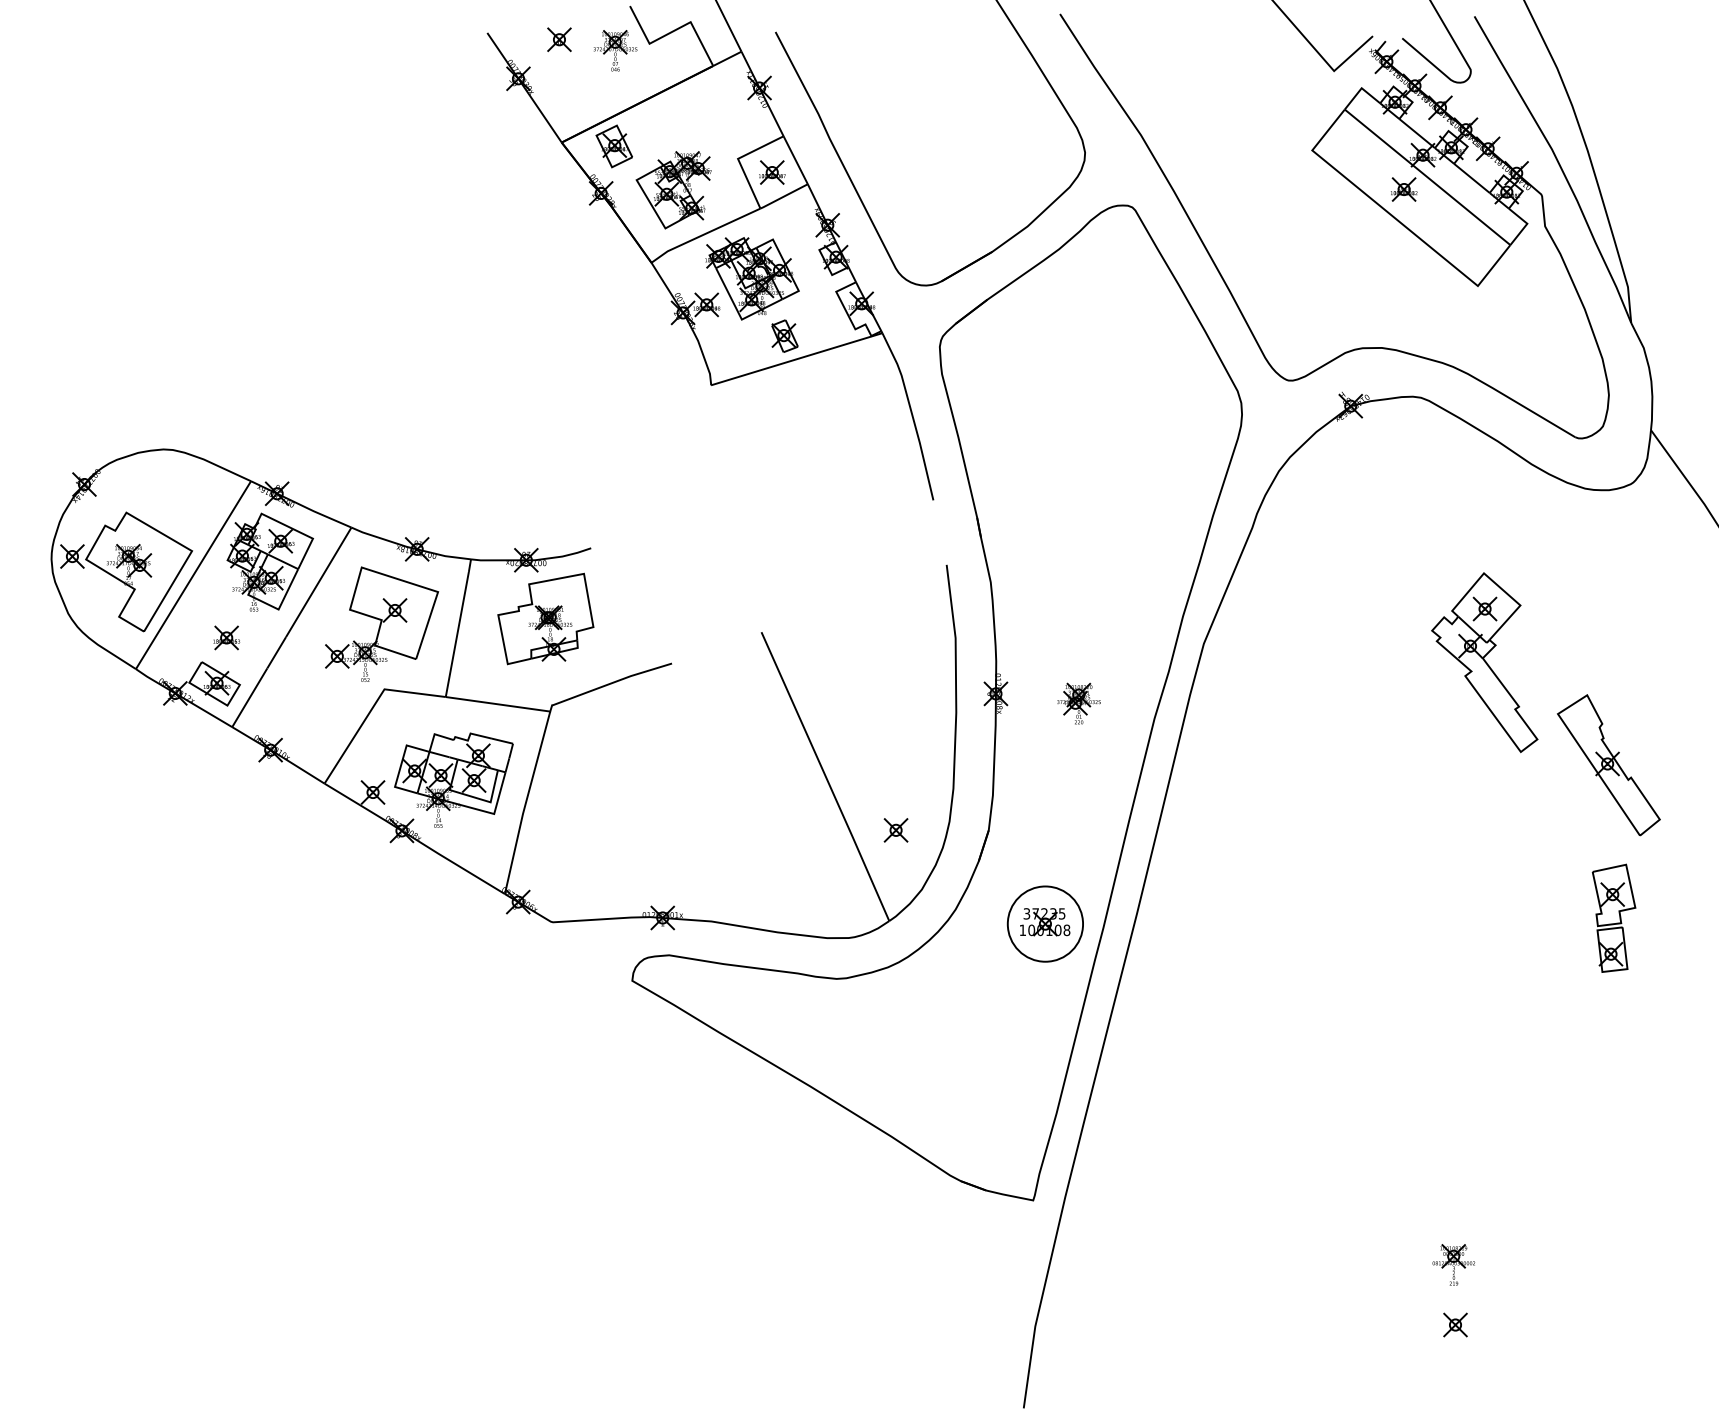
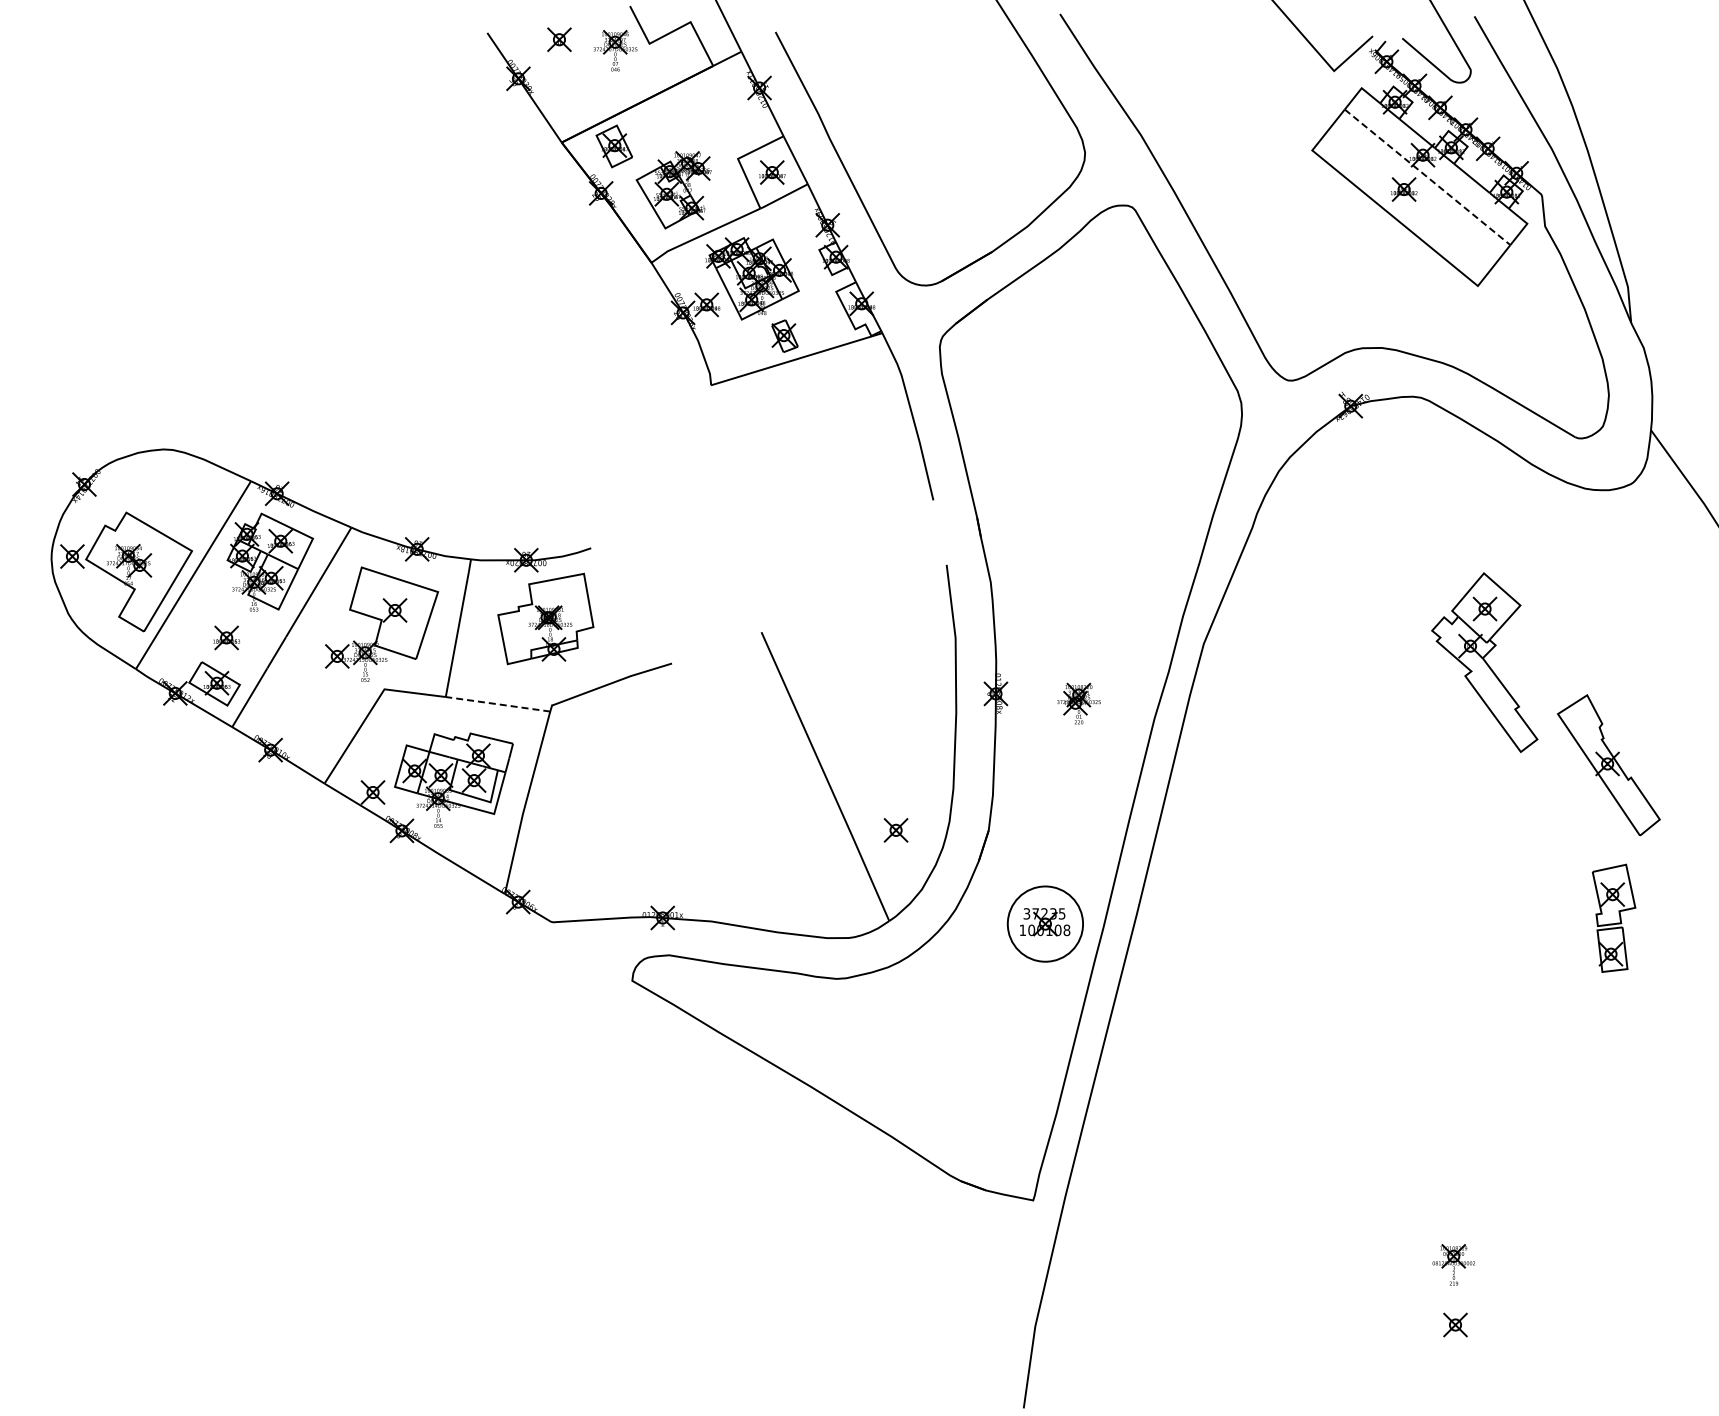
line at (1427, 177): solid -> dashed
line at (498, 704): solid -> dashed
